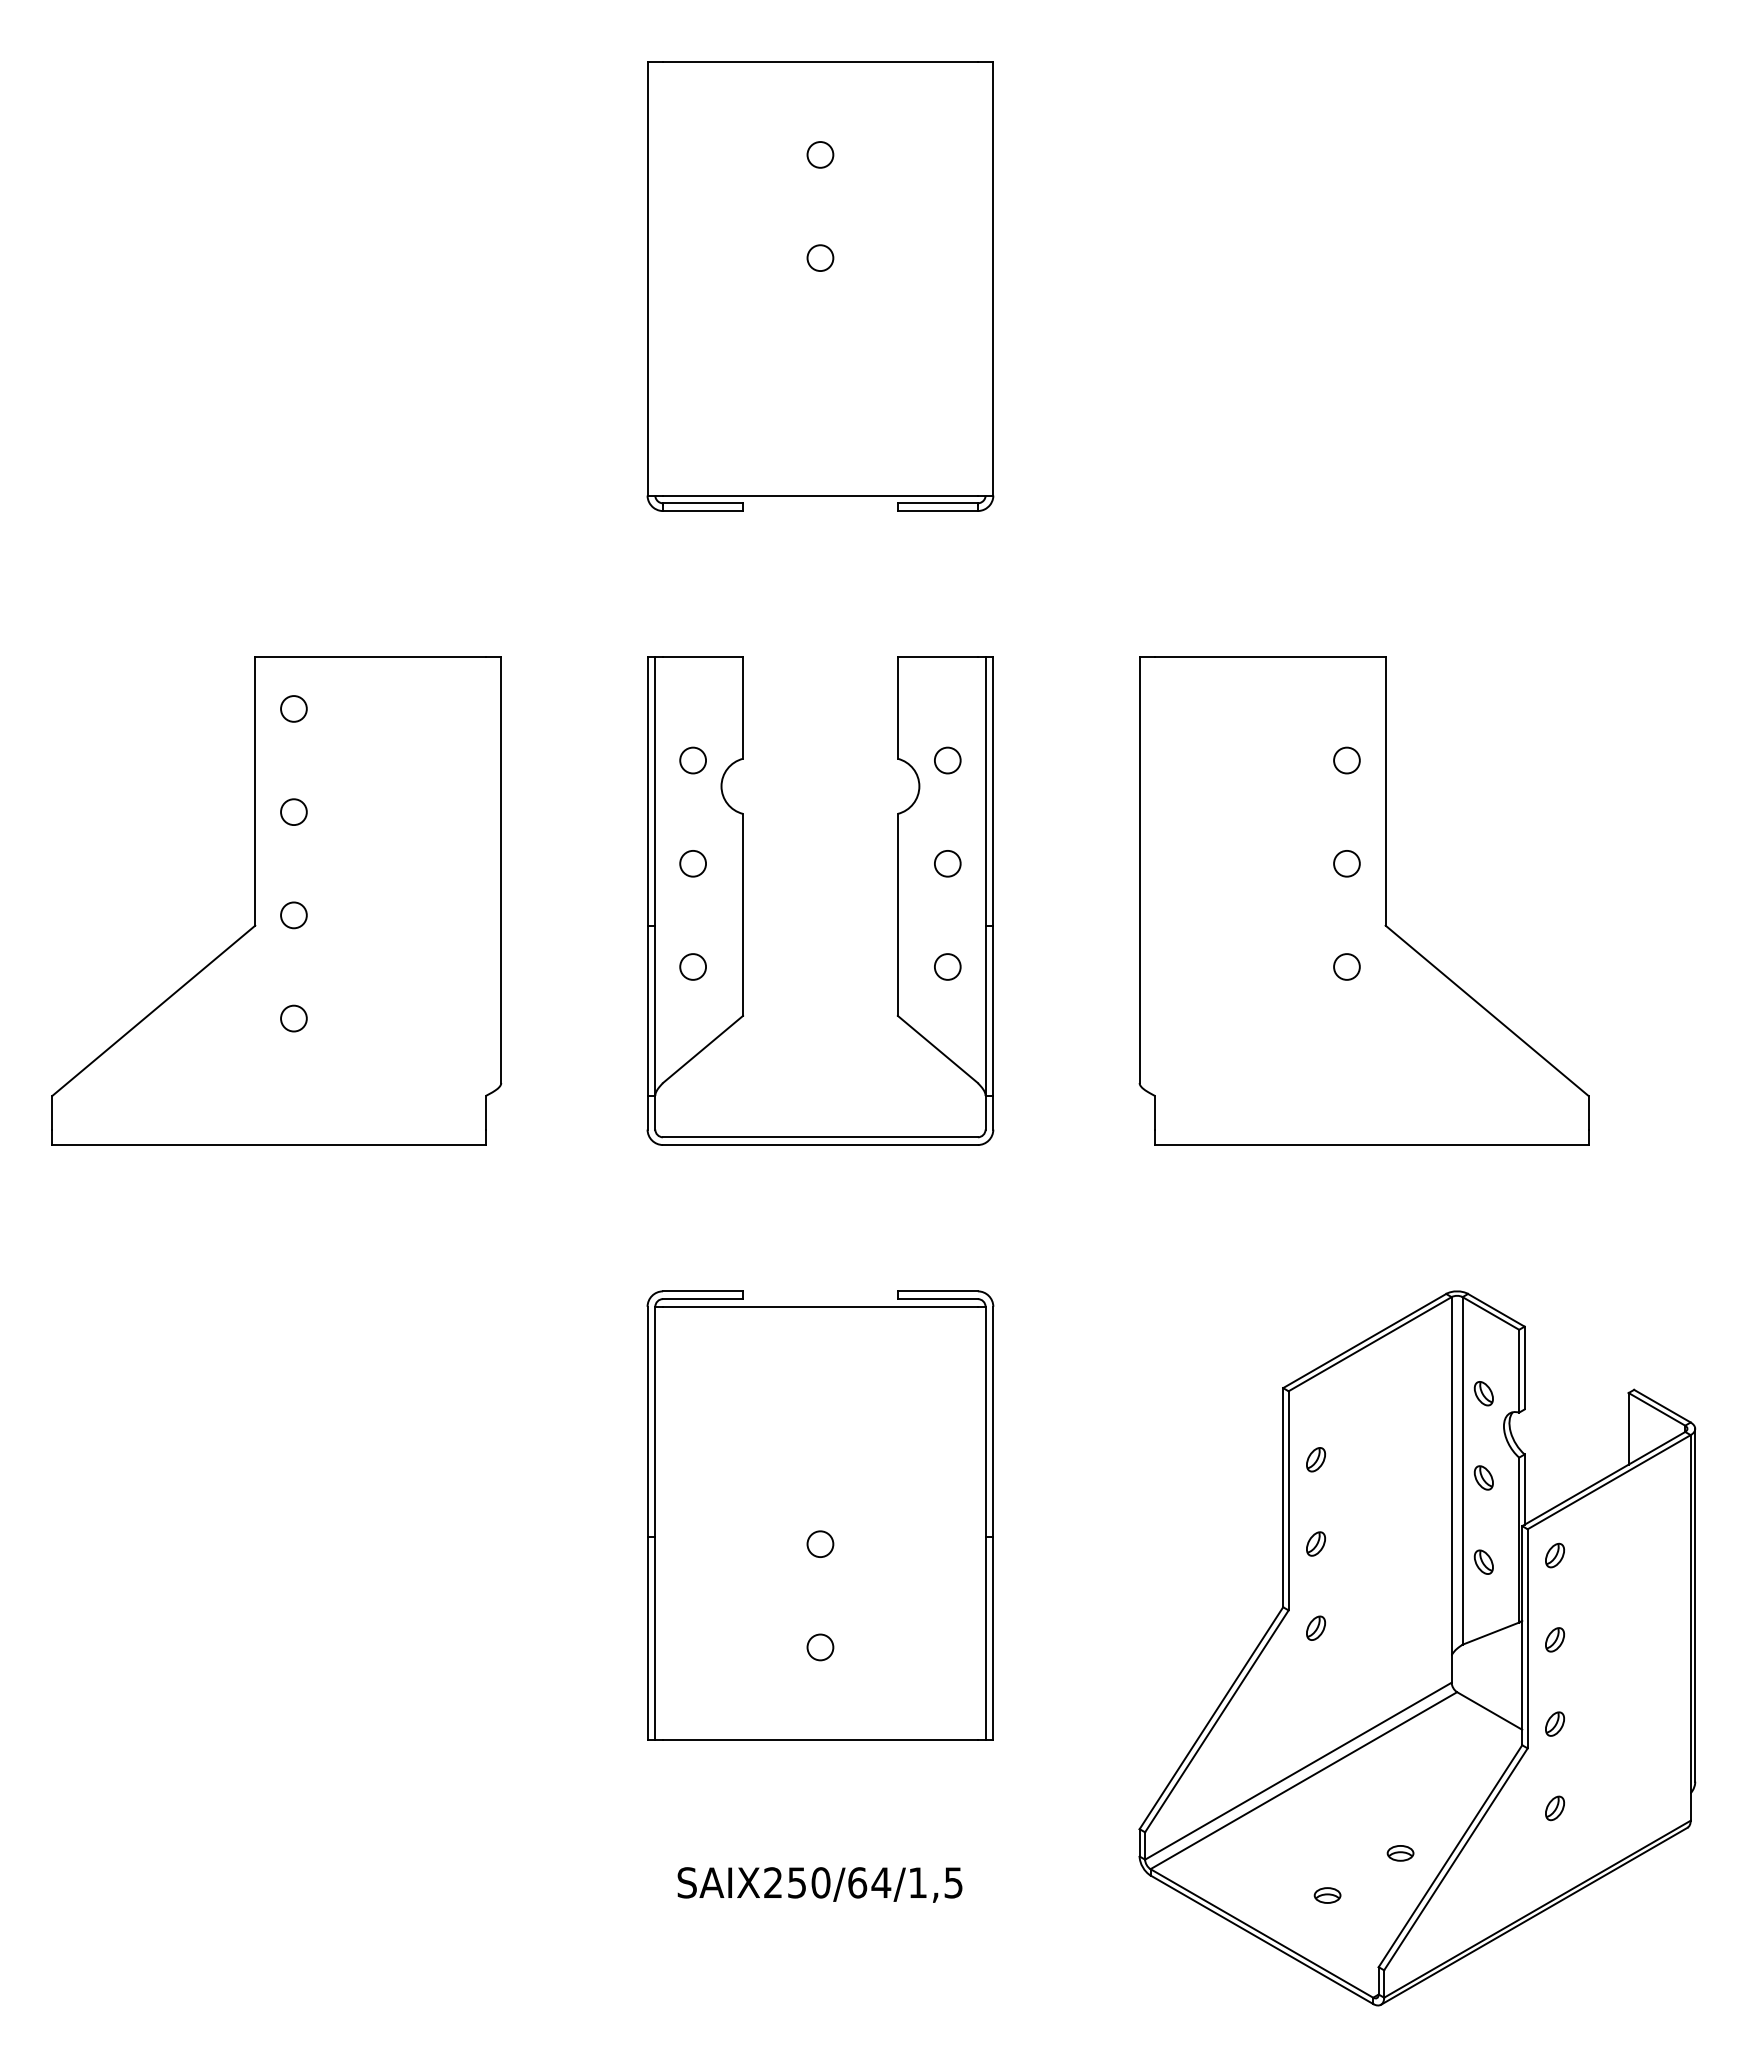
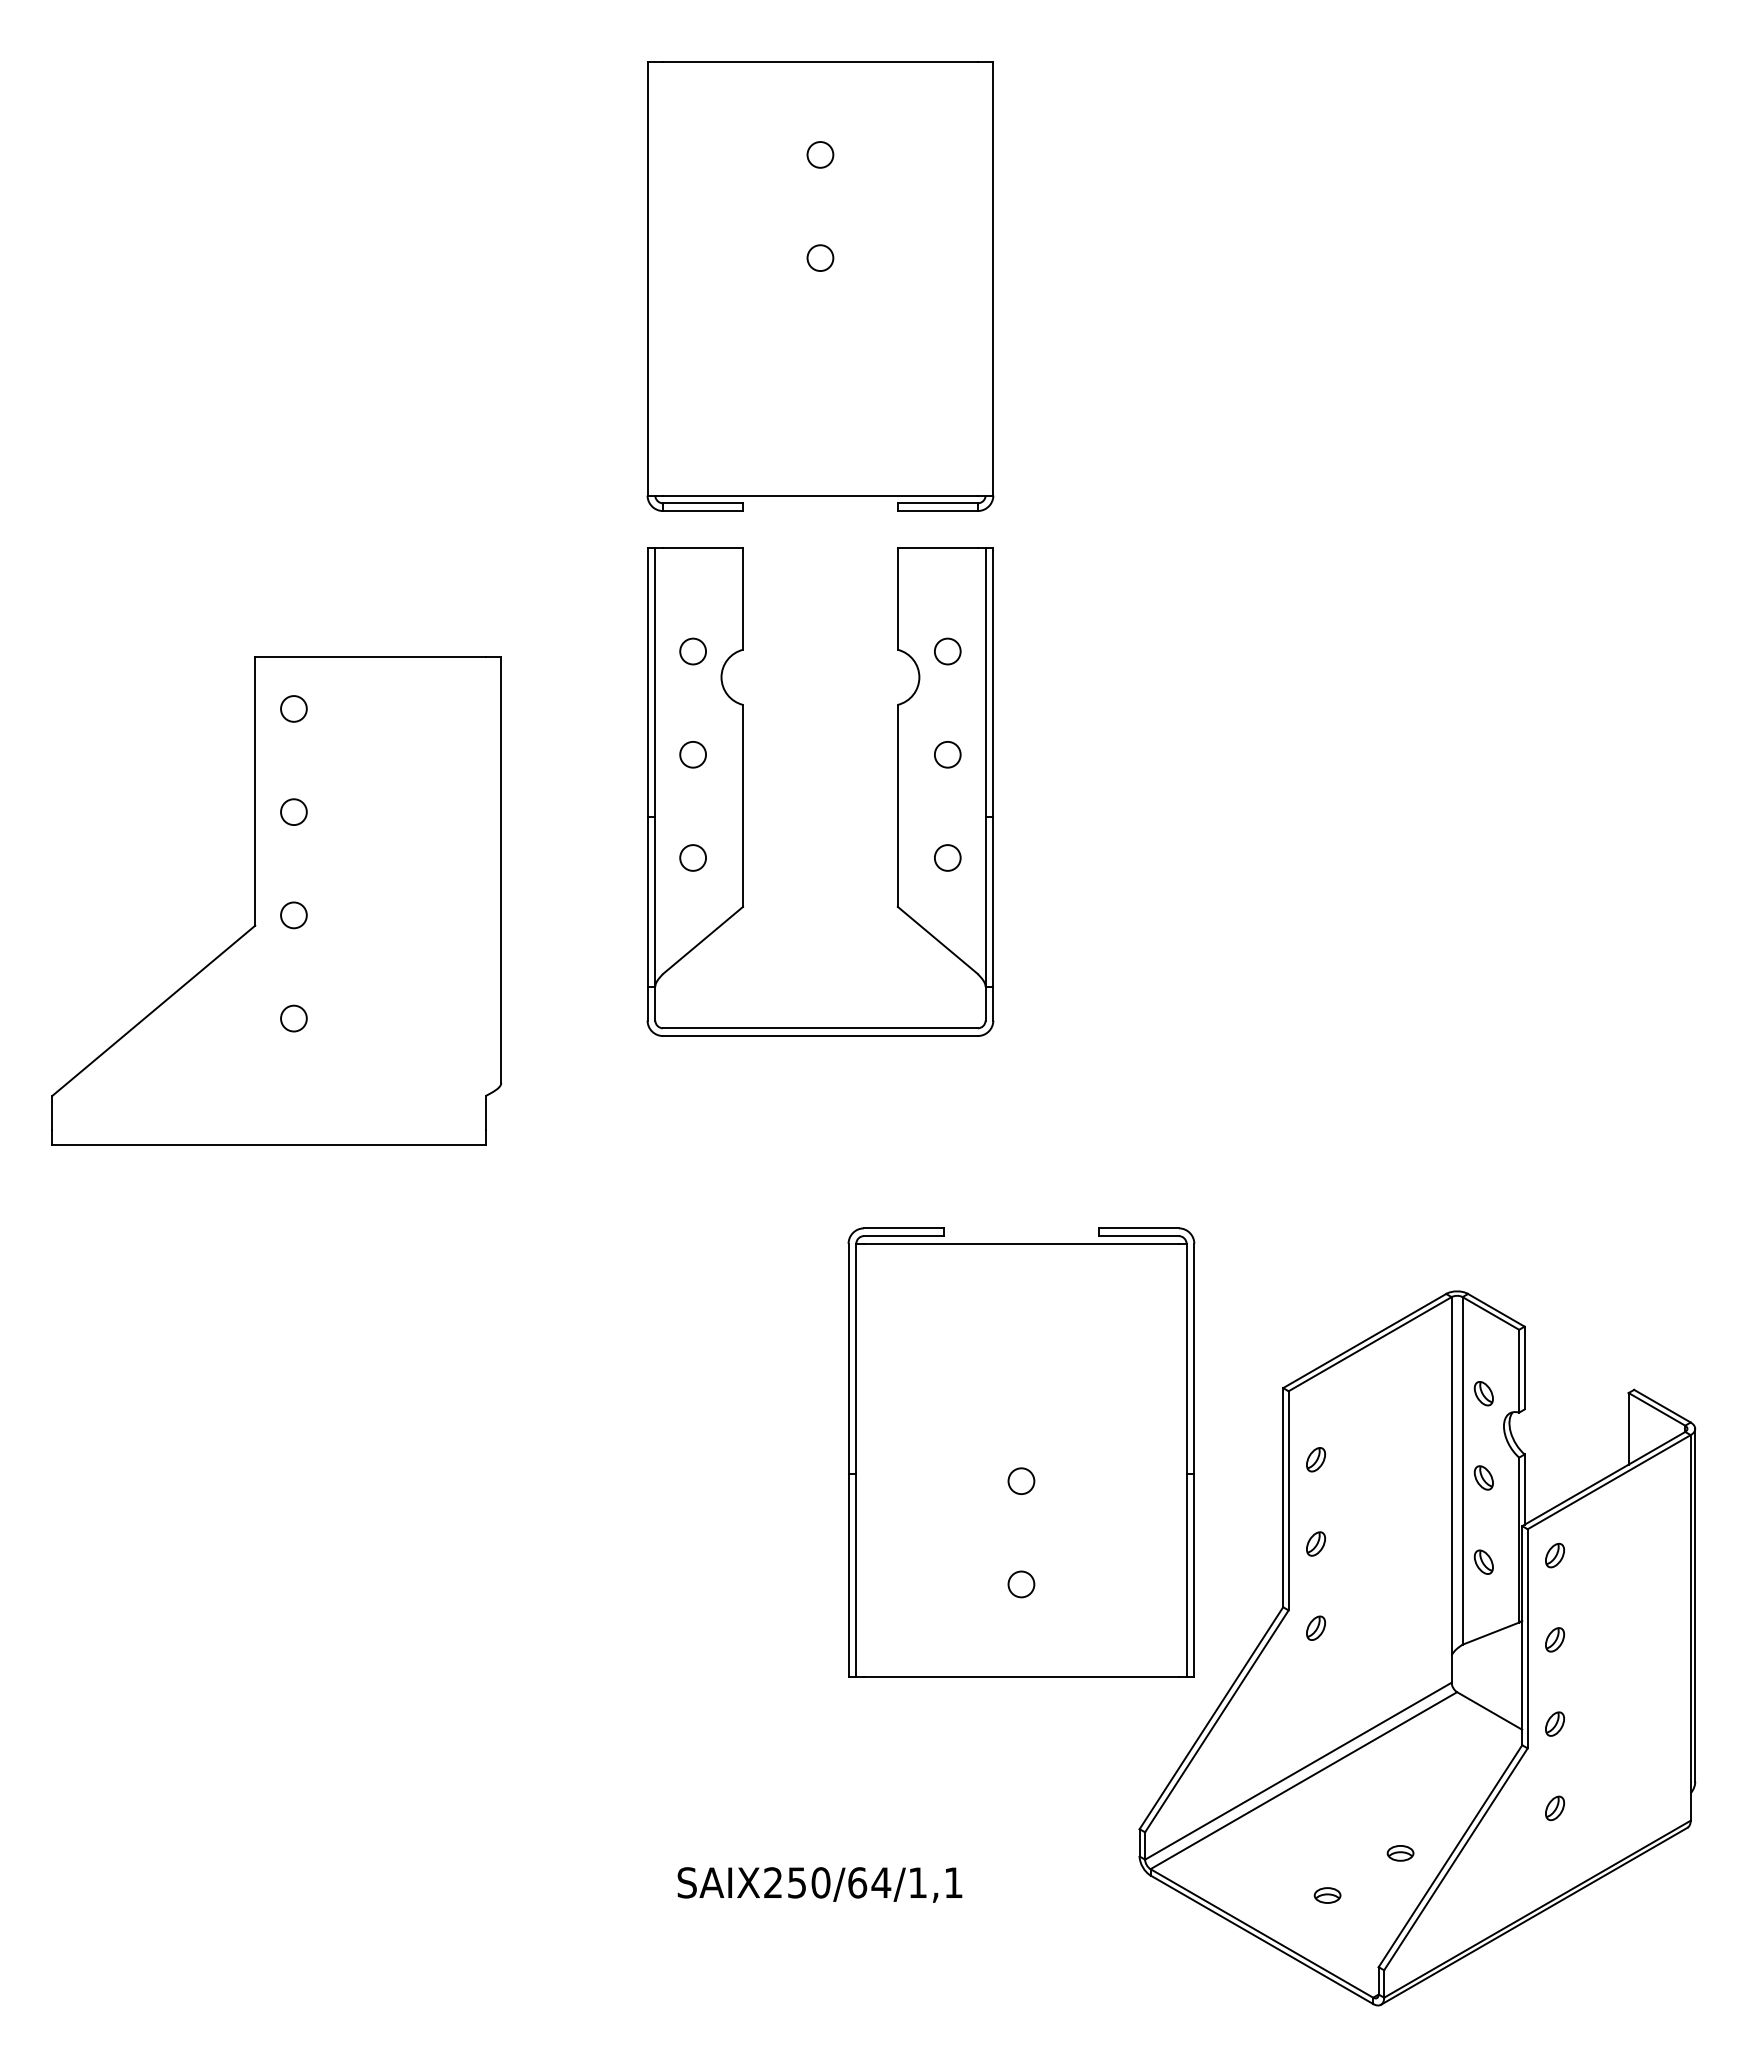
part at (743, 900) position: (743, 900) -> (743, 791)
part at (1363, 900): present -> none
part at (820, 1515) position: (820, 1515) -> (1021, 1452)
text at (953, 1882): SAIX250/64/1,5 -> SAIX250/64/1,1
